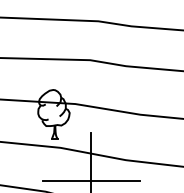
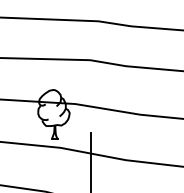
line at (90, 181): present -> none
